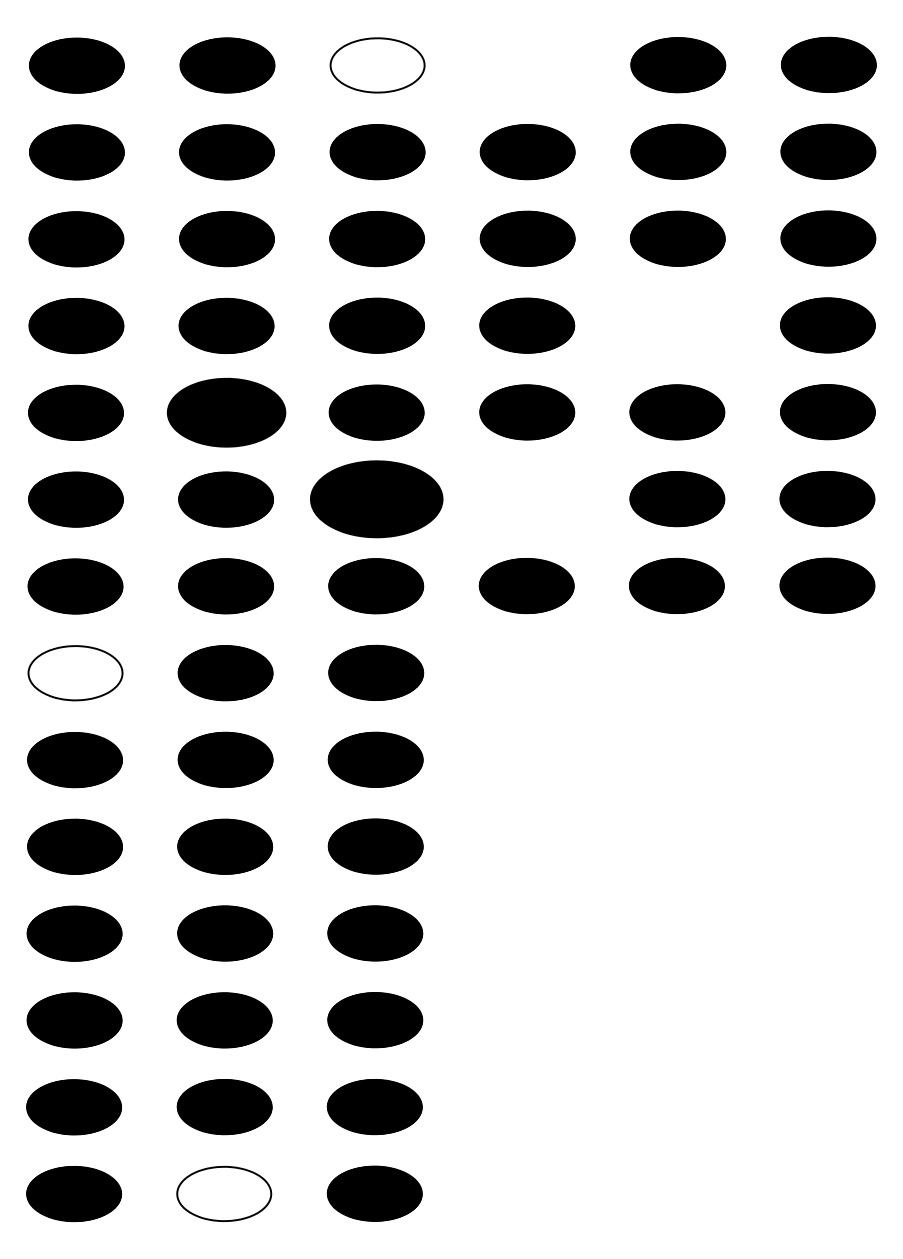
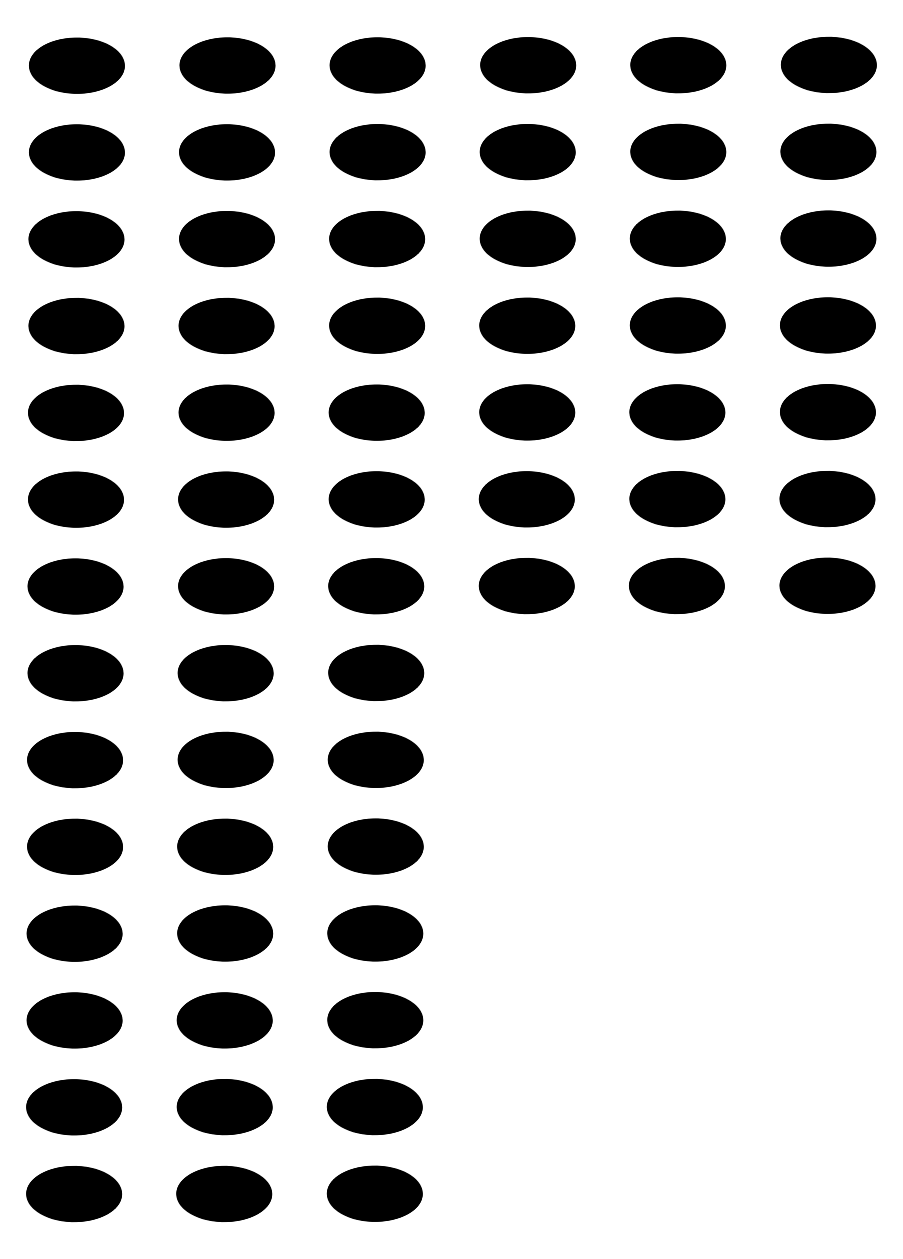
hatch at (377, 65): none -> present
part at (528, 65): none -> present
part at (677, 325): none -> present
part at (226, 412) size: 121x71 px -> 97x57 px
part at (376, 499) size: 134x79 px -> 97x57 px
part at (526, 499): none -> present
hatch at (75, 673): none -> present
hatch at (224, 1193): none -> present
